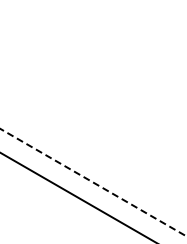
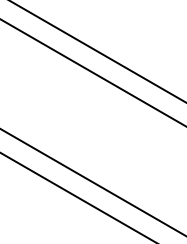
line at (97, 51): none -> present
line at (92, 72): none -> present
line at (93, 182): dashed -> solid
